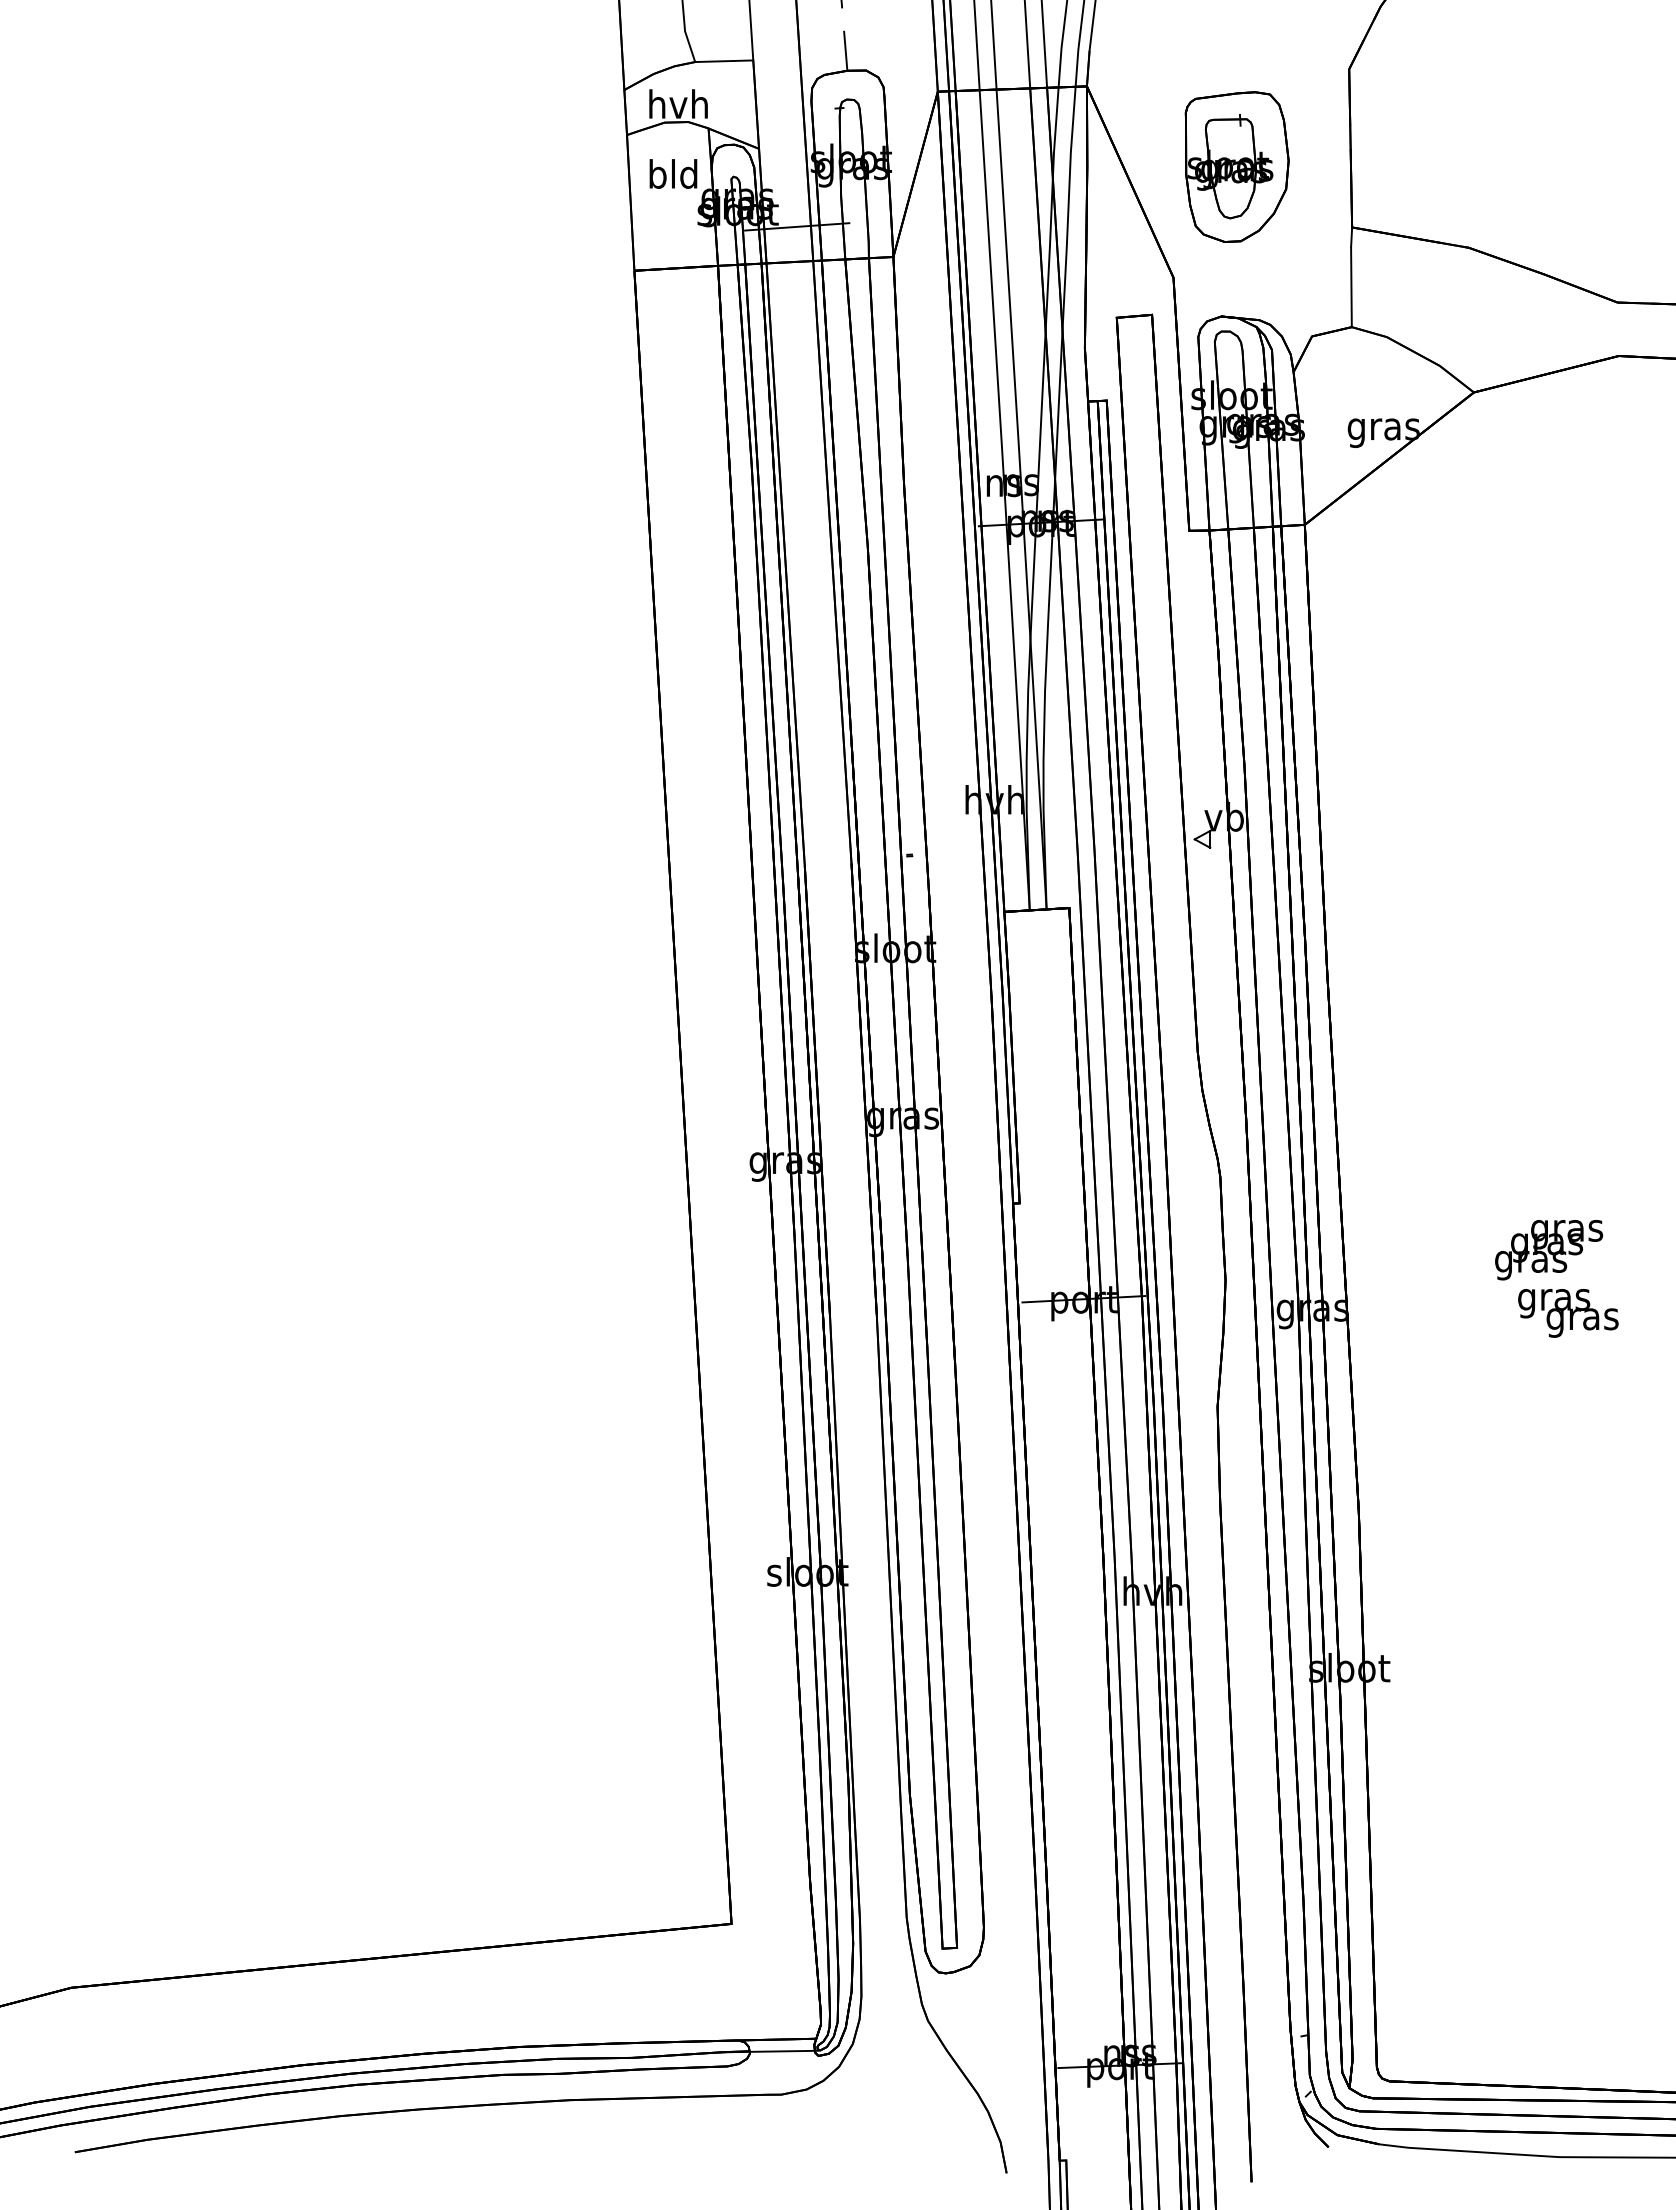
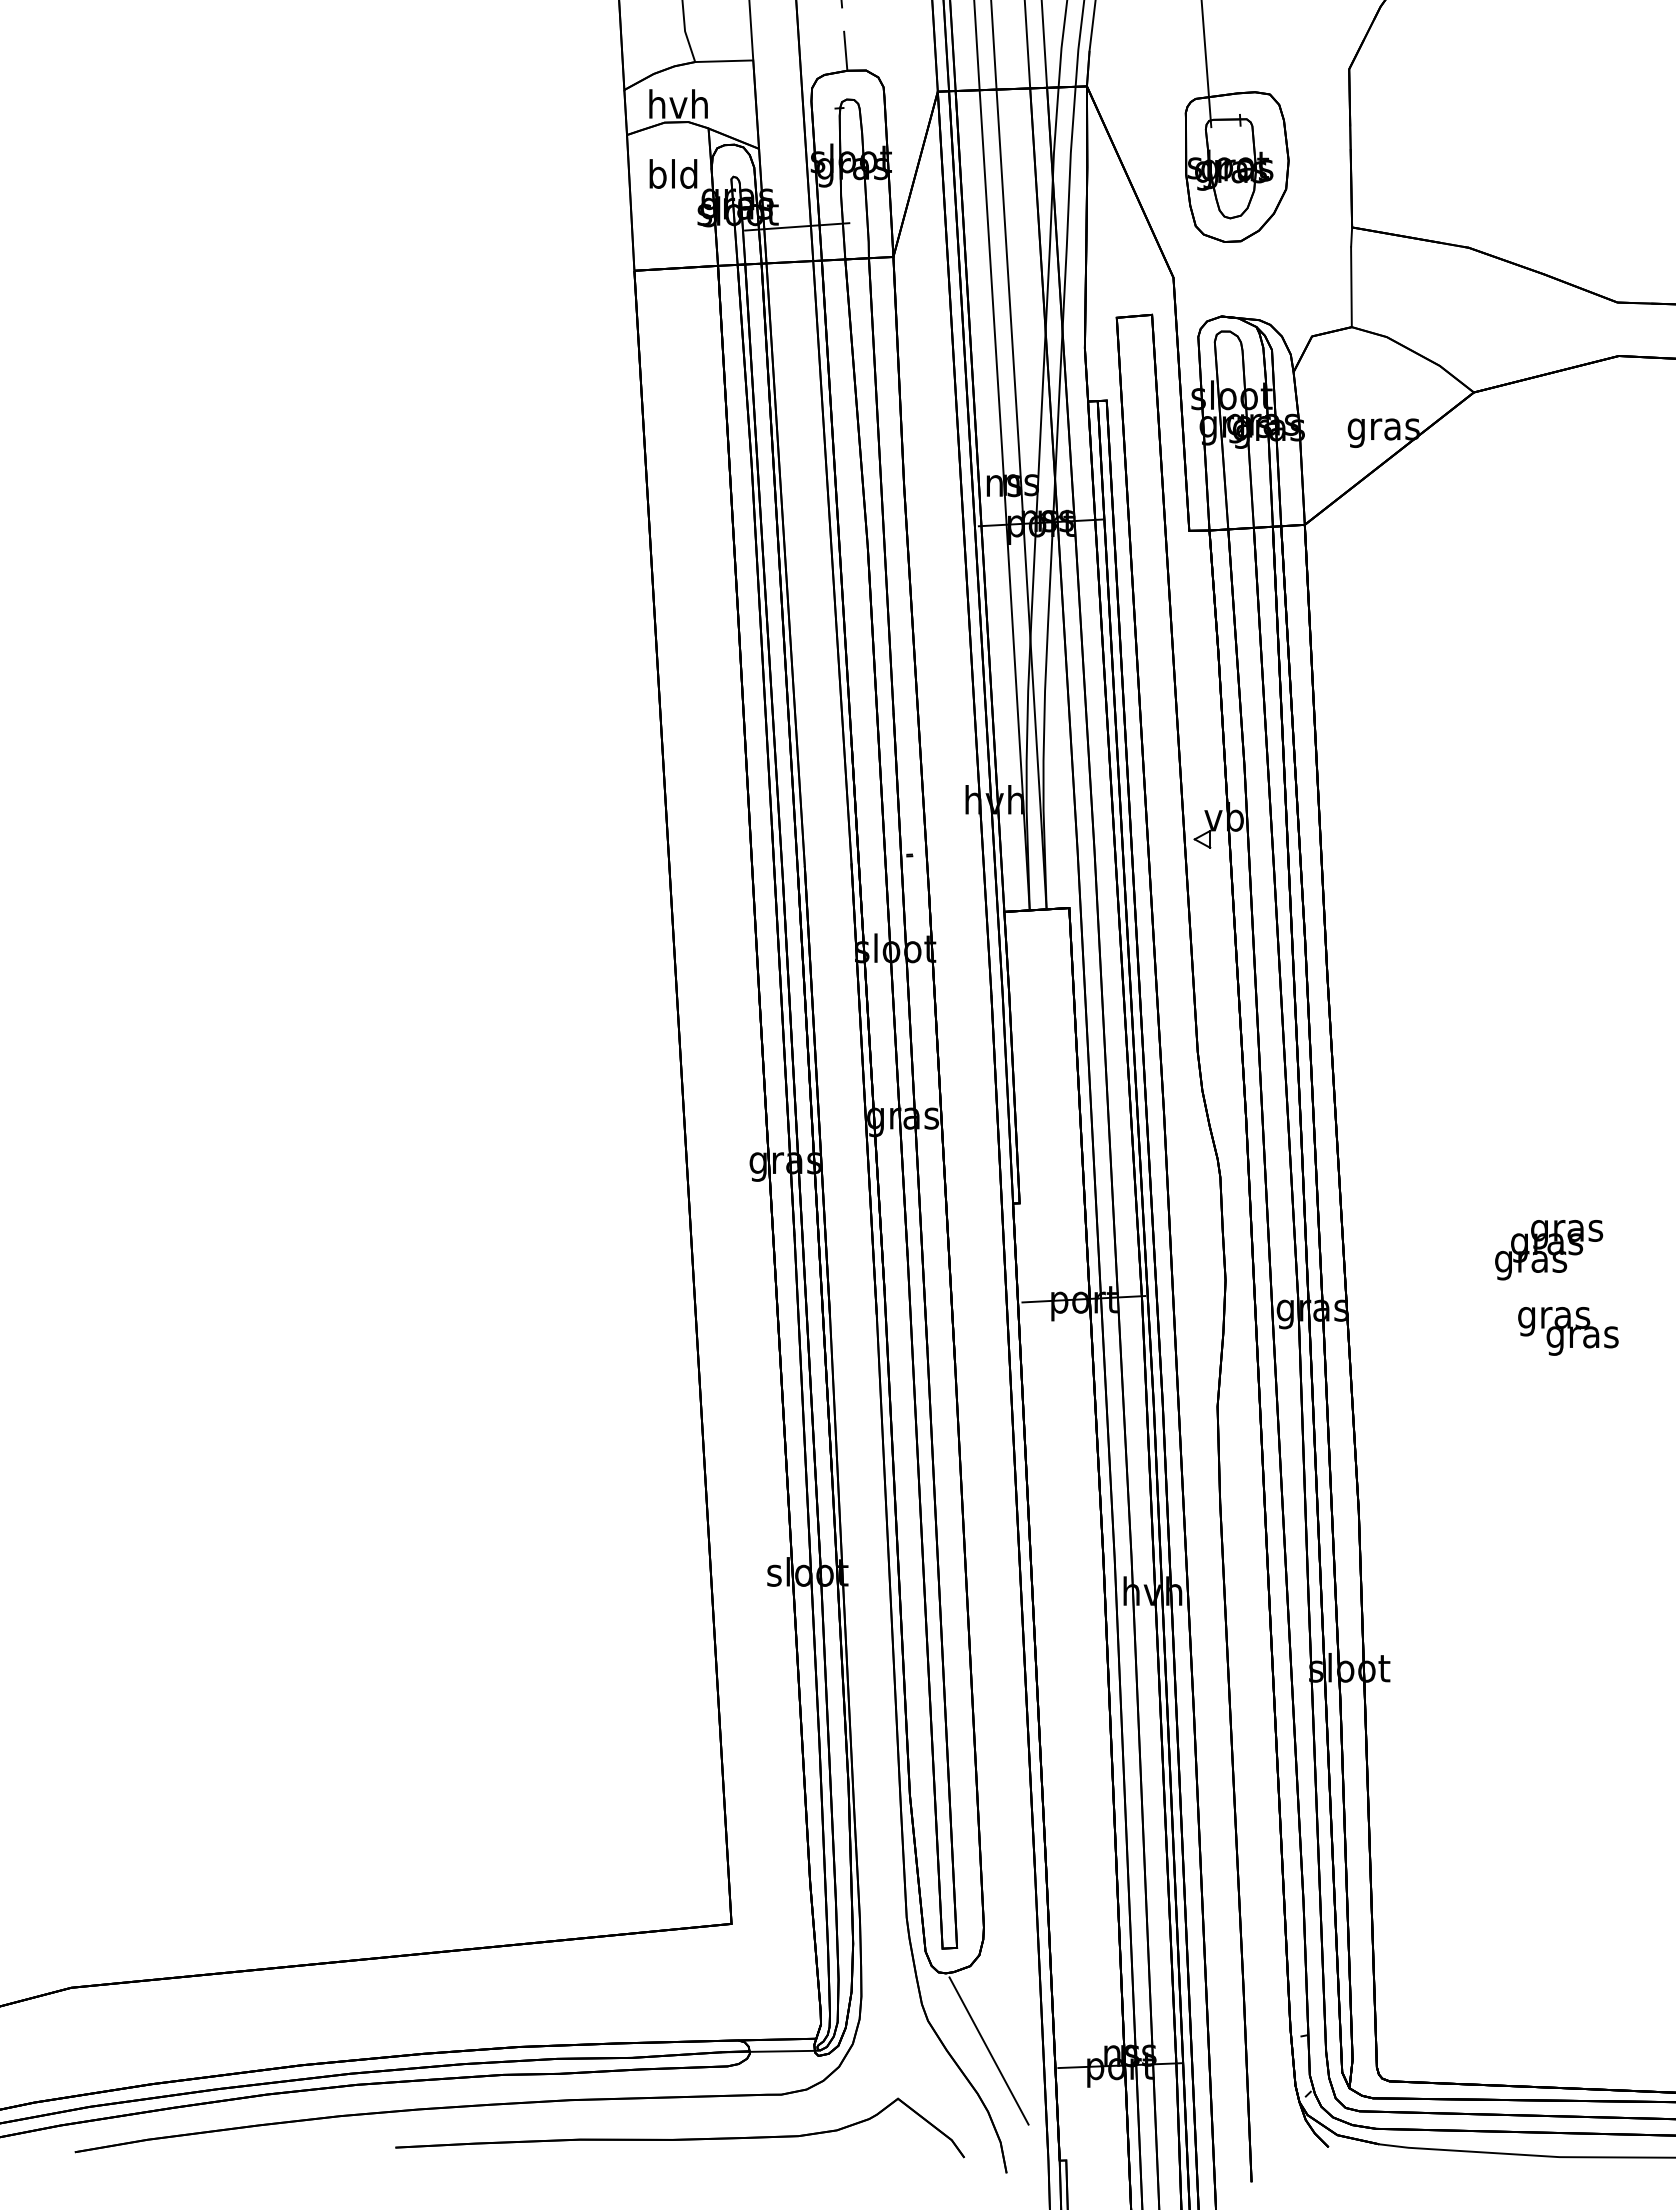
line at (1206, 64): none -> present
text at (1568, 1313) position: (1568, 1313) -> (1568, 1331)
line at (988, 2050): none -> present
part at (679, 2138): none -> present
